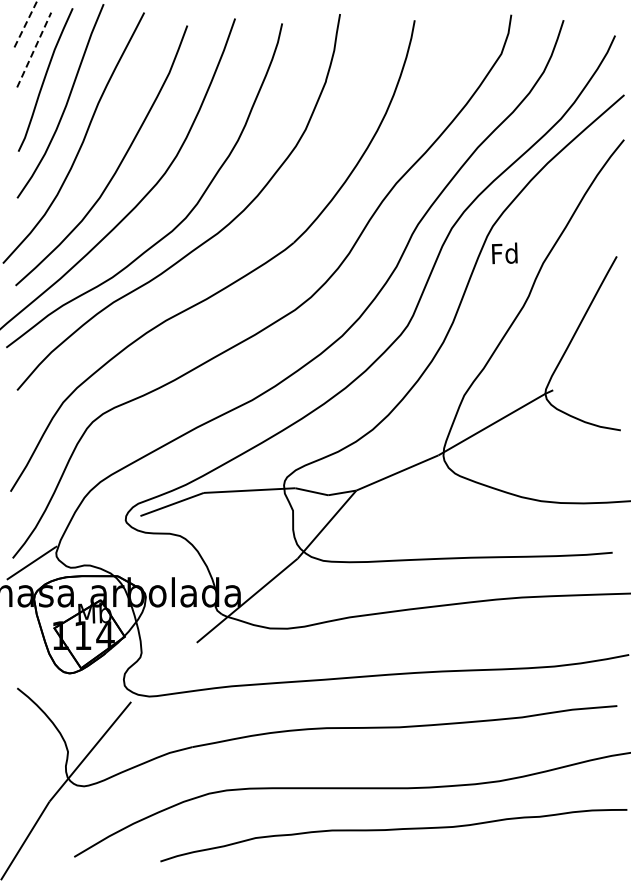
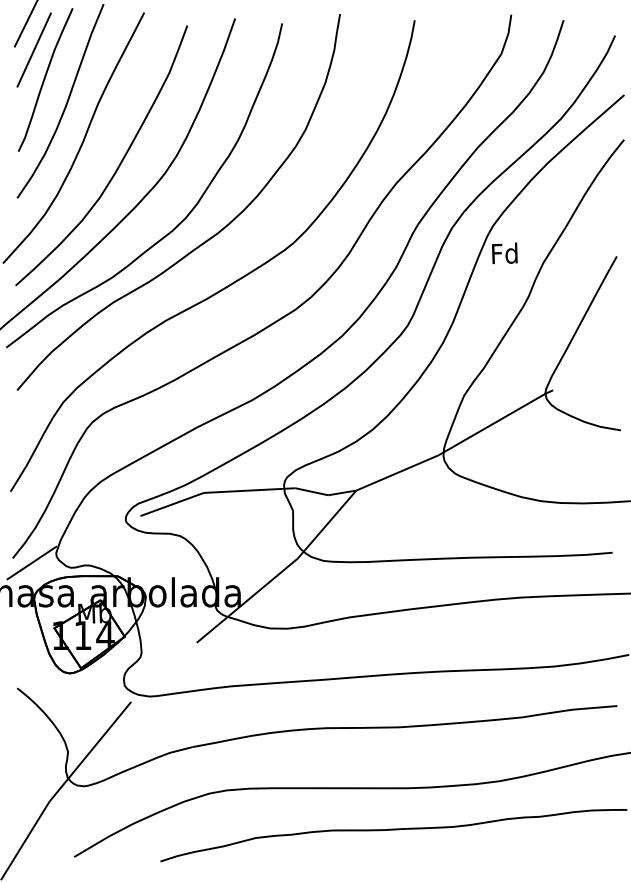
line at (26, 23): dashed -> solid
line at (34, 50): dashed -> solid
